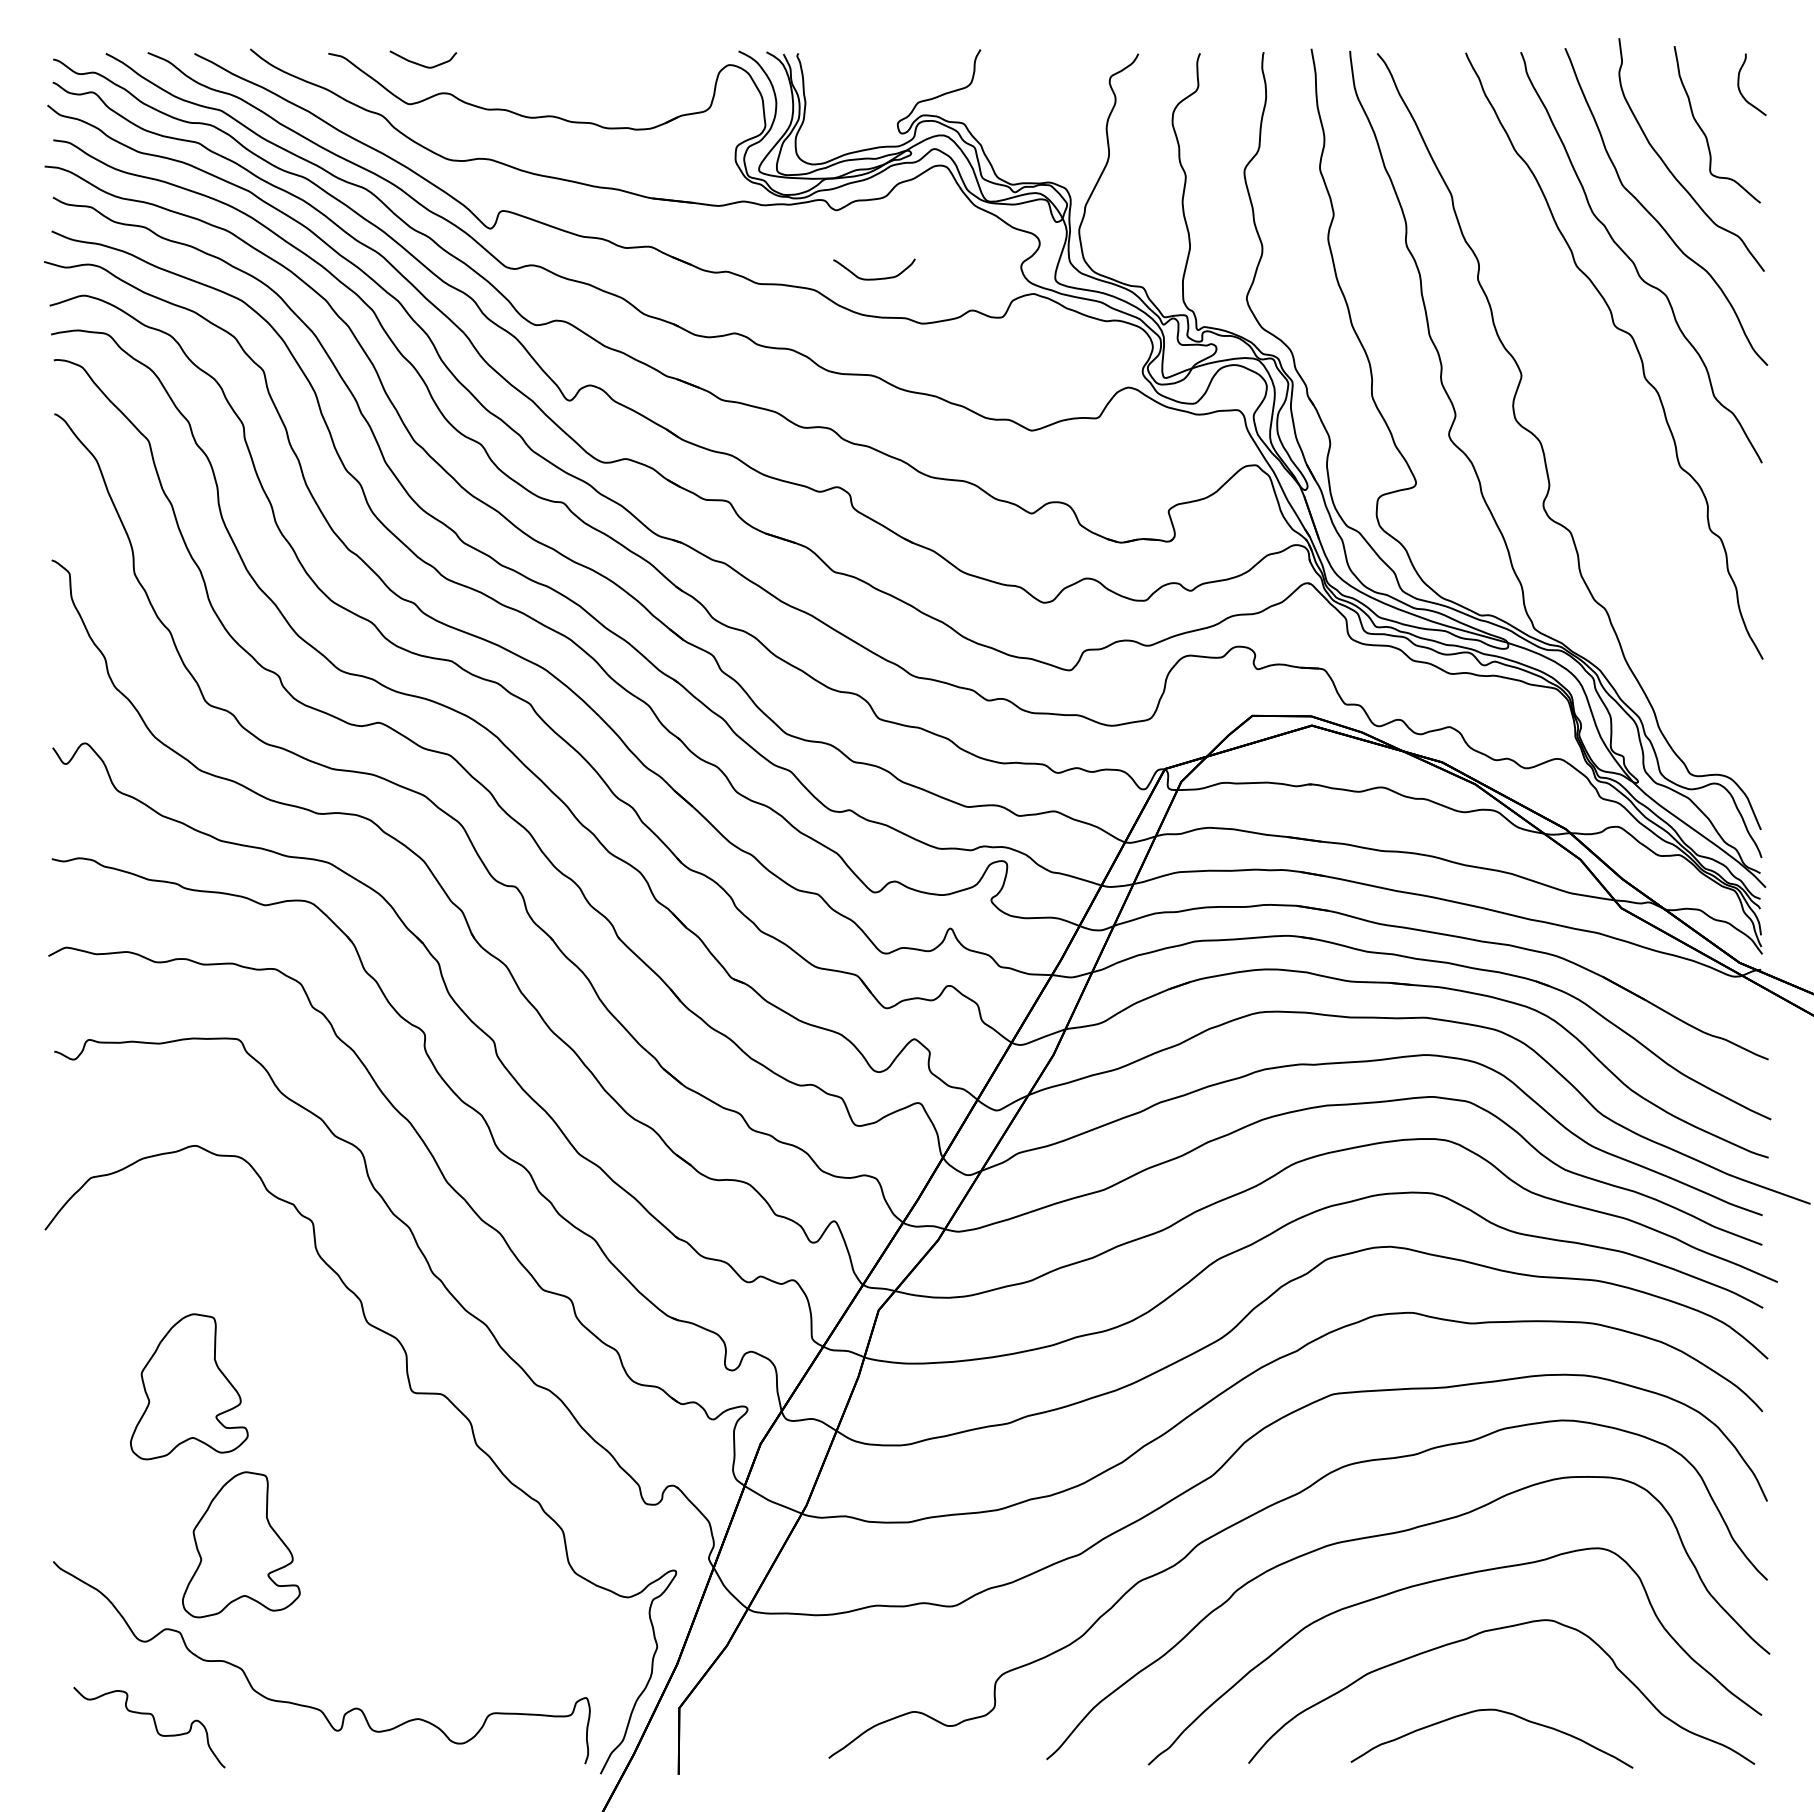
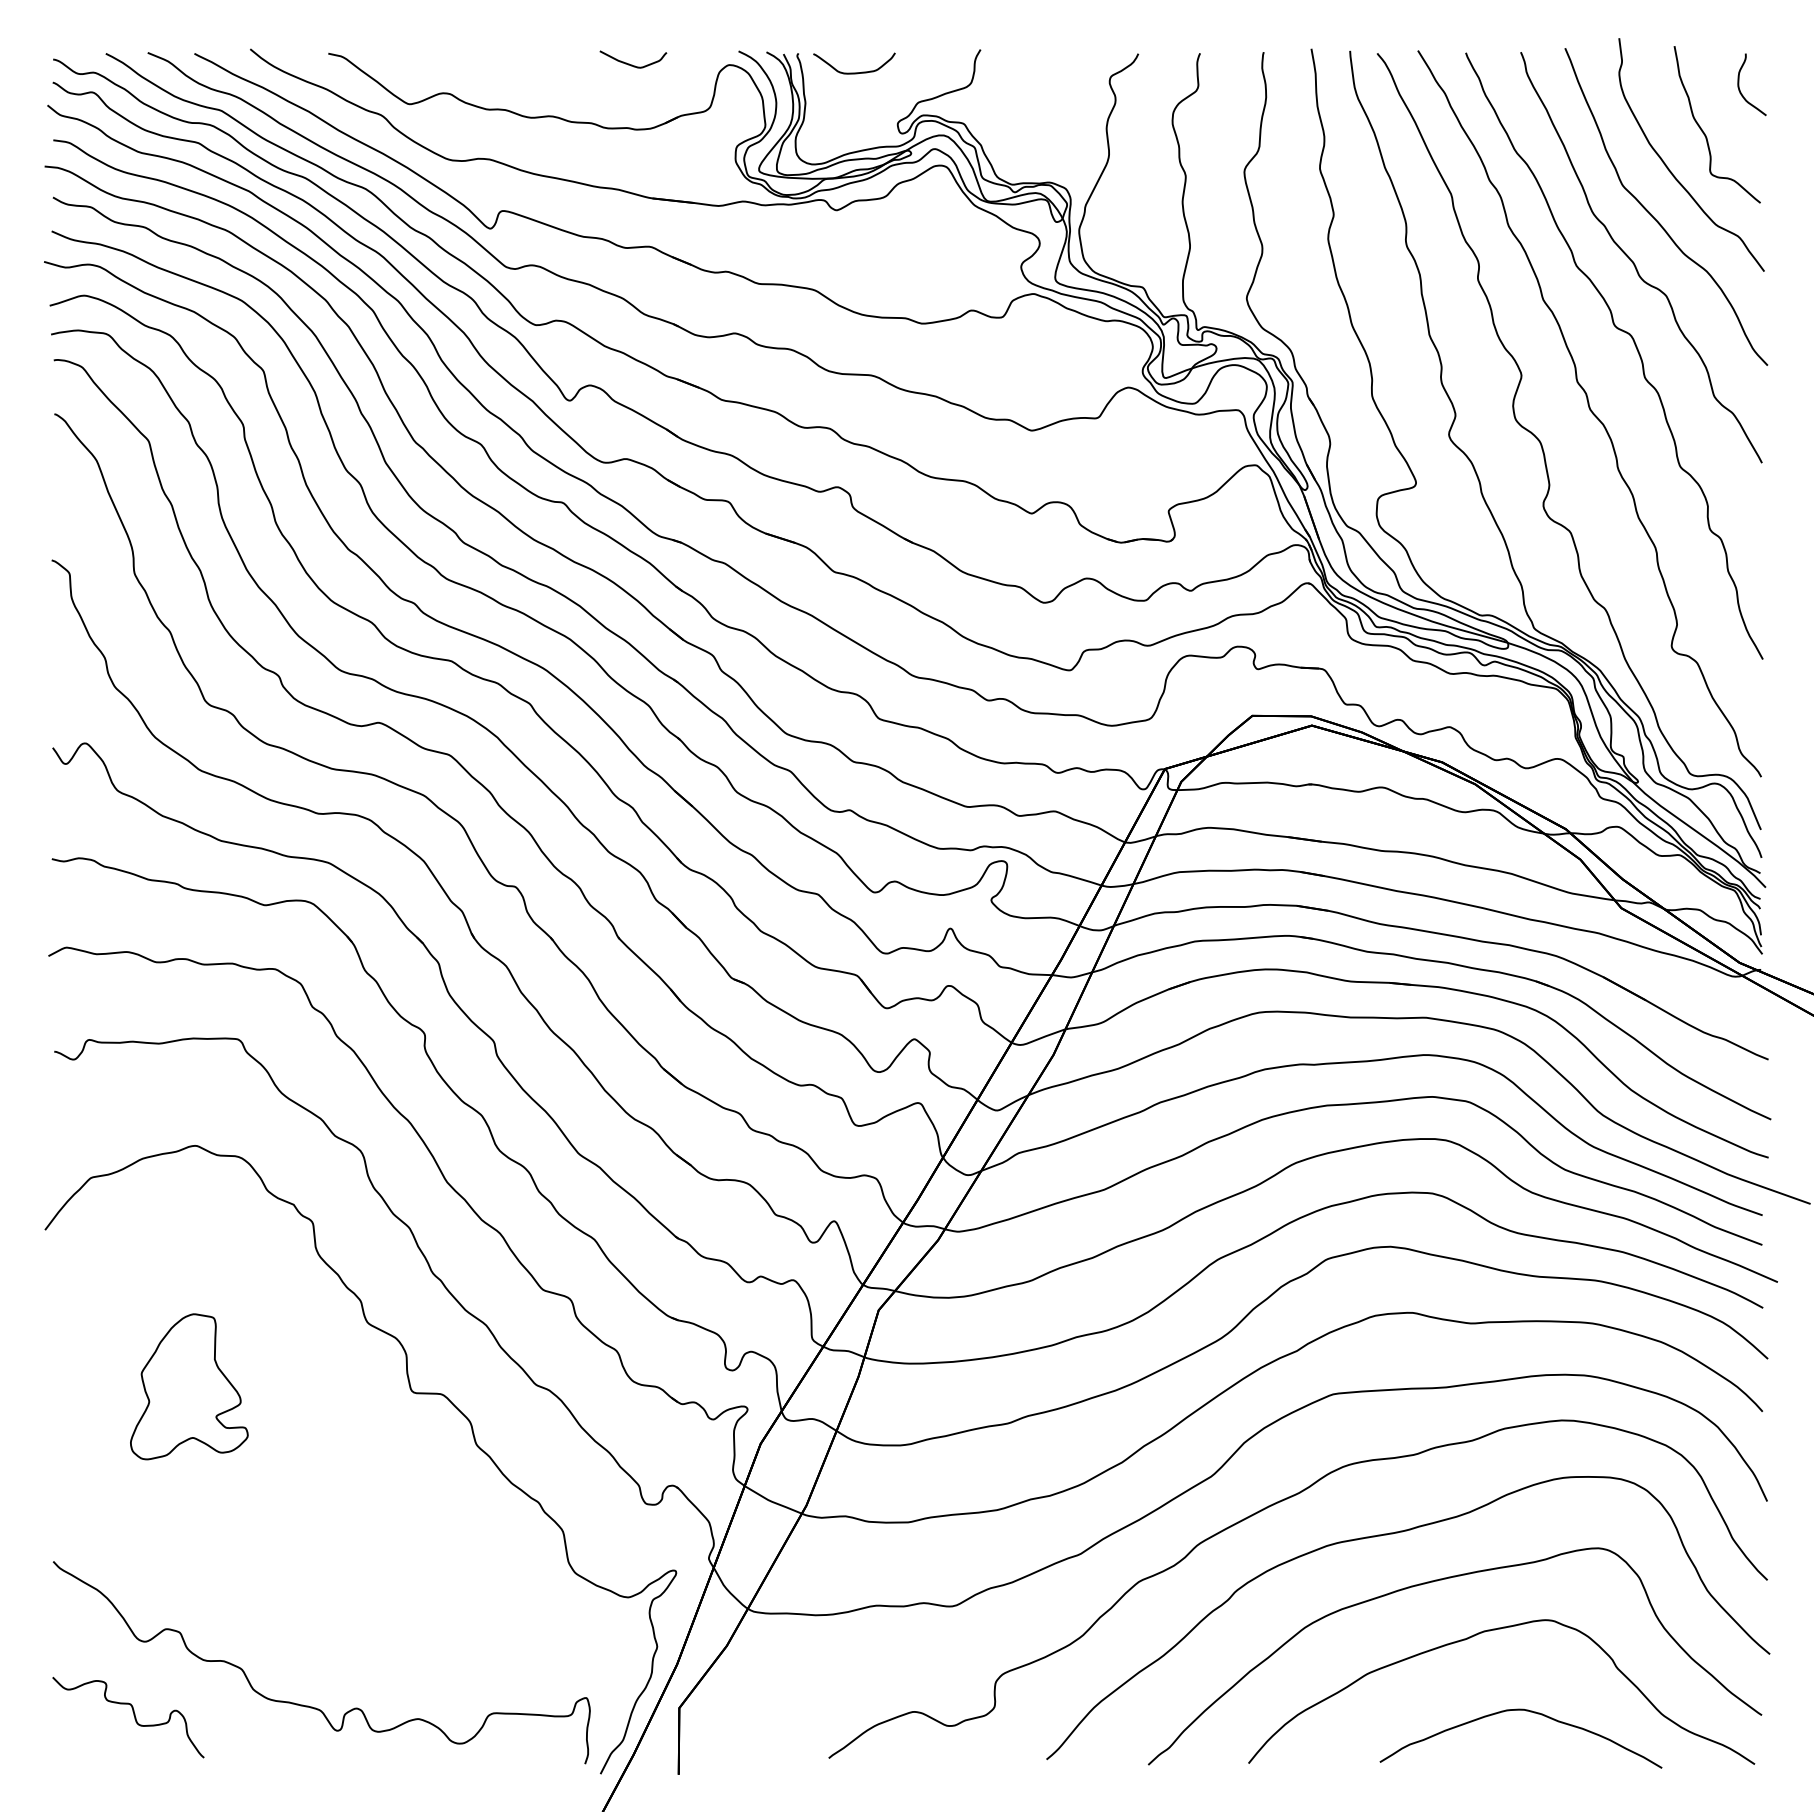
curve at (422, 64) position: (422, 64) -> (632, 64)
curve at (874, 278) position: (874, 278) -> (854, 72)
curve at (1590, 411): none -> present
part at (241, 1544): present -> none
curve at (1497, 1711) position: (1497, 1711) -> (1526, 1711)
curve at (154, 1725) position: (154, 1725) -> (133, 1715)
